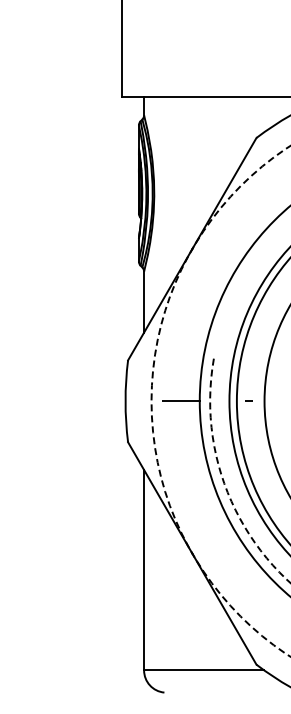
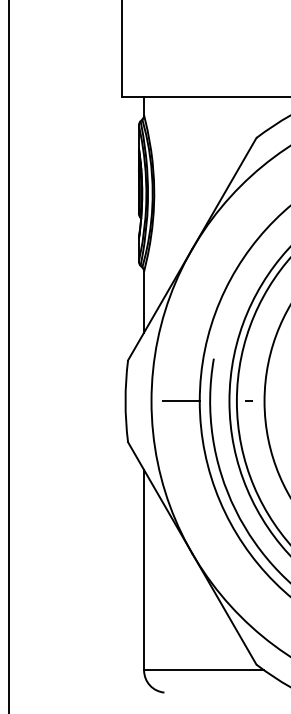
line at (8, 356): none -> present
circle at (220, 400): dashed -> solid
arc at (223, 481): dashed -> solid
